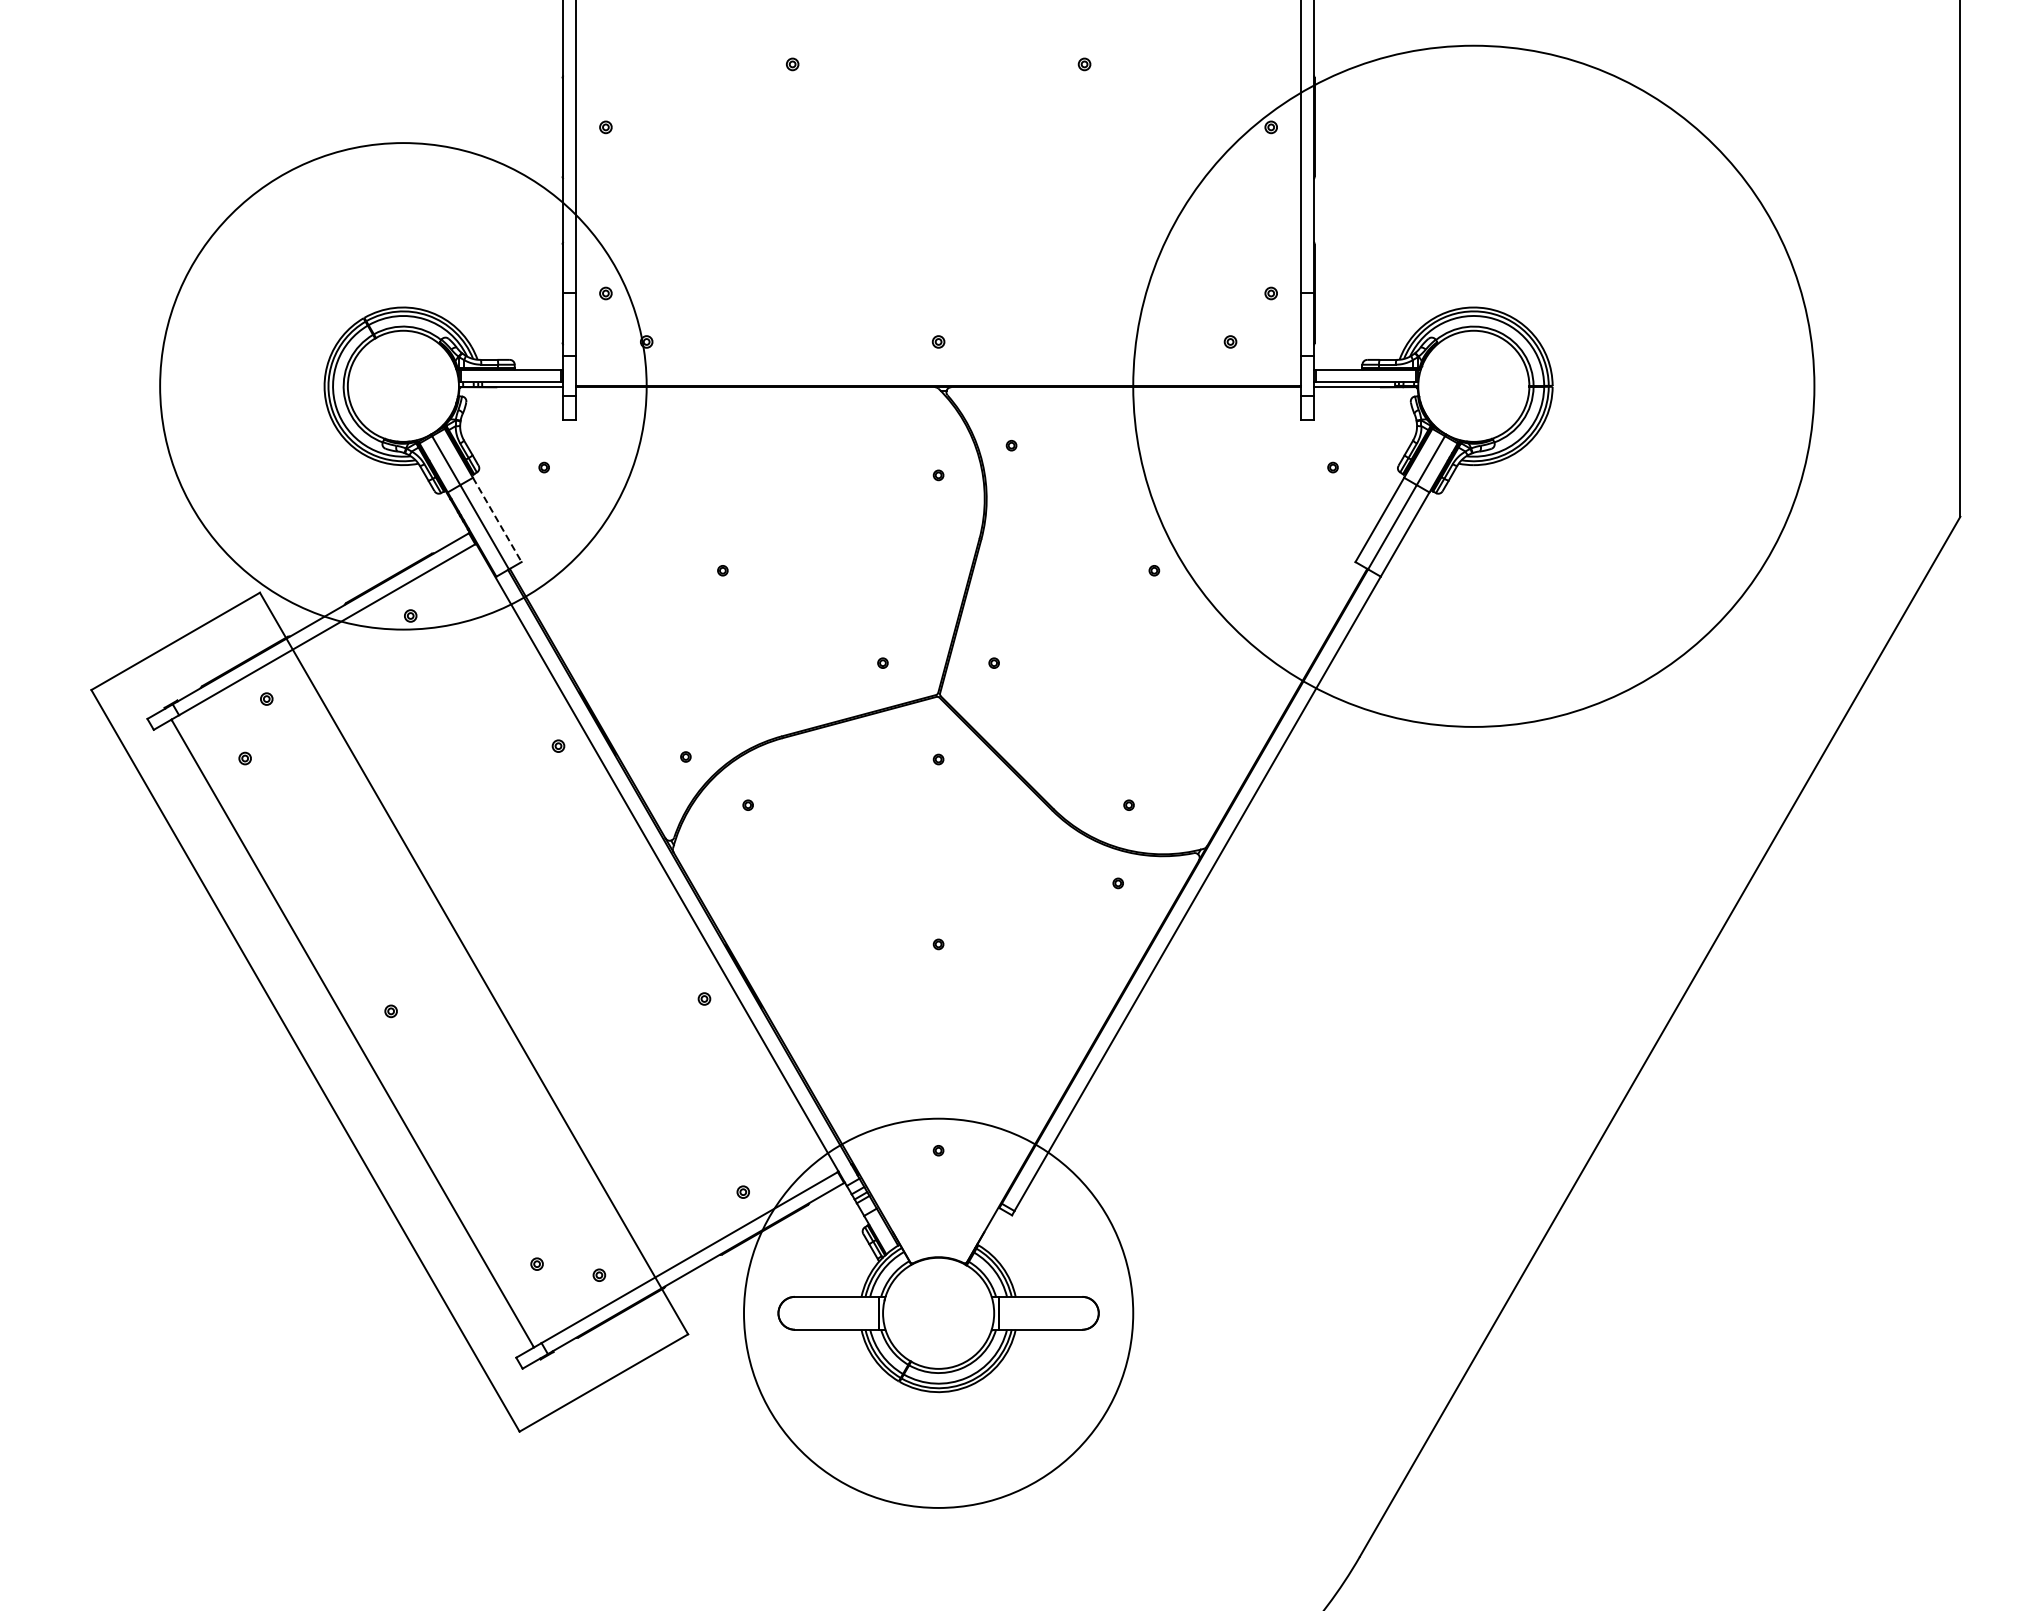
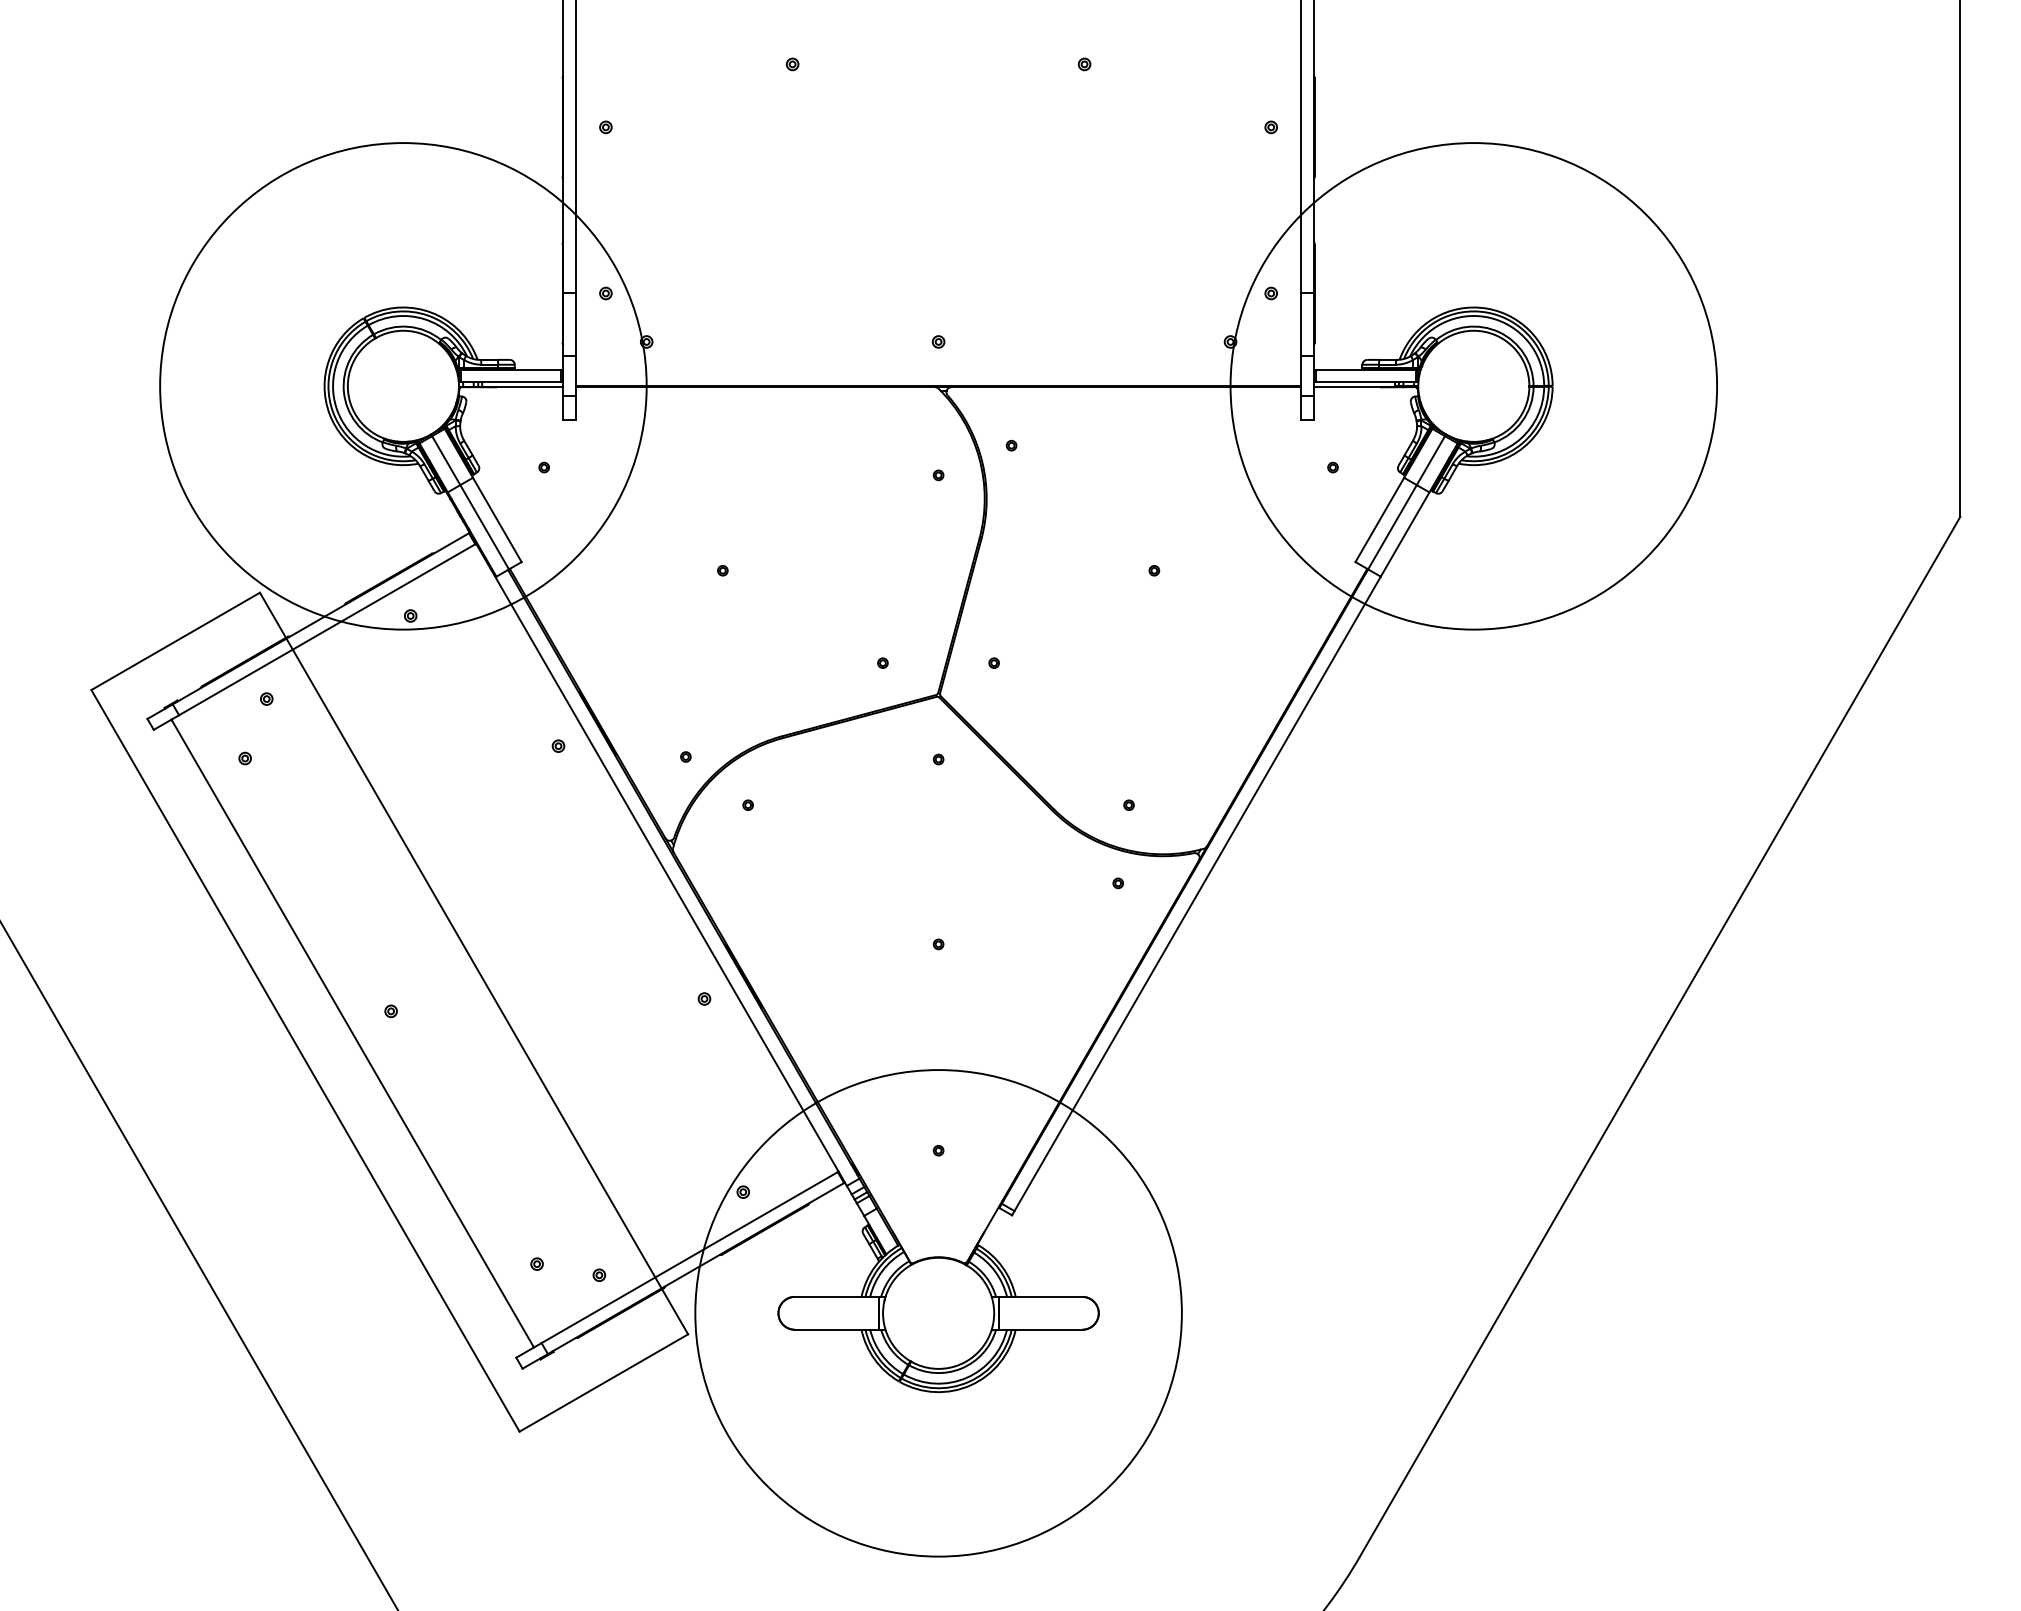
circle at (1473, 385) diameter: 681 px -> 487 px
line at (497, 519): dashed -> solid
line at (199, 1265): none -> present
circle at (938, 1312) diameter: 389 px -> 487 px
